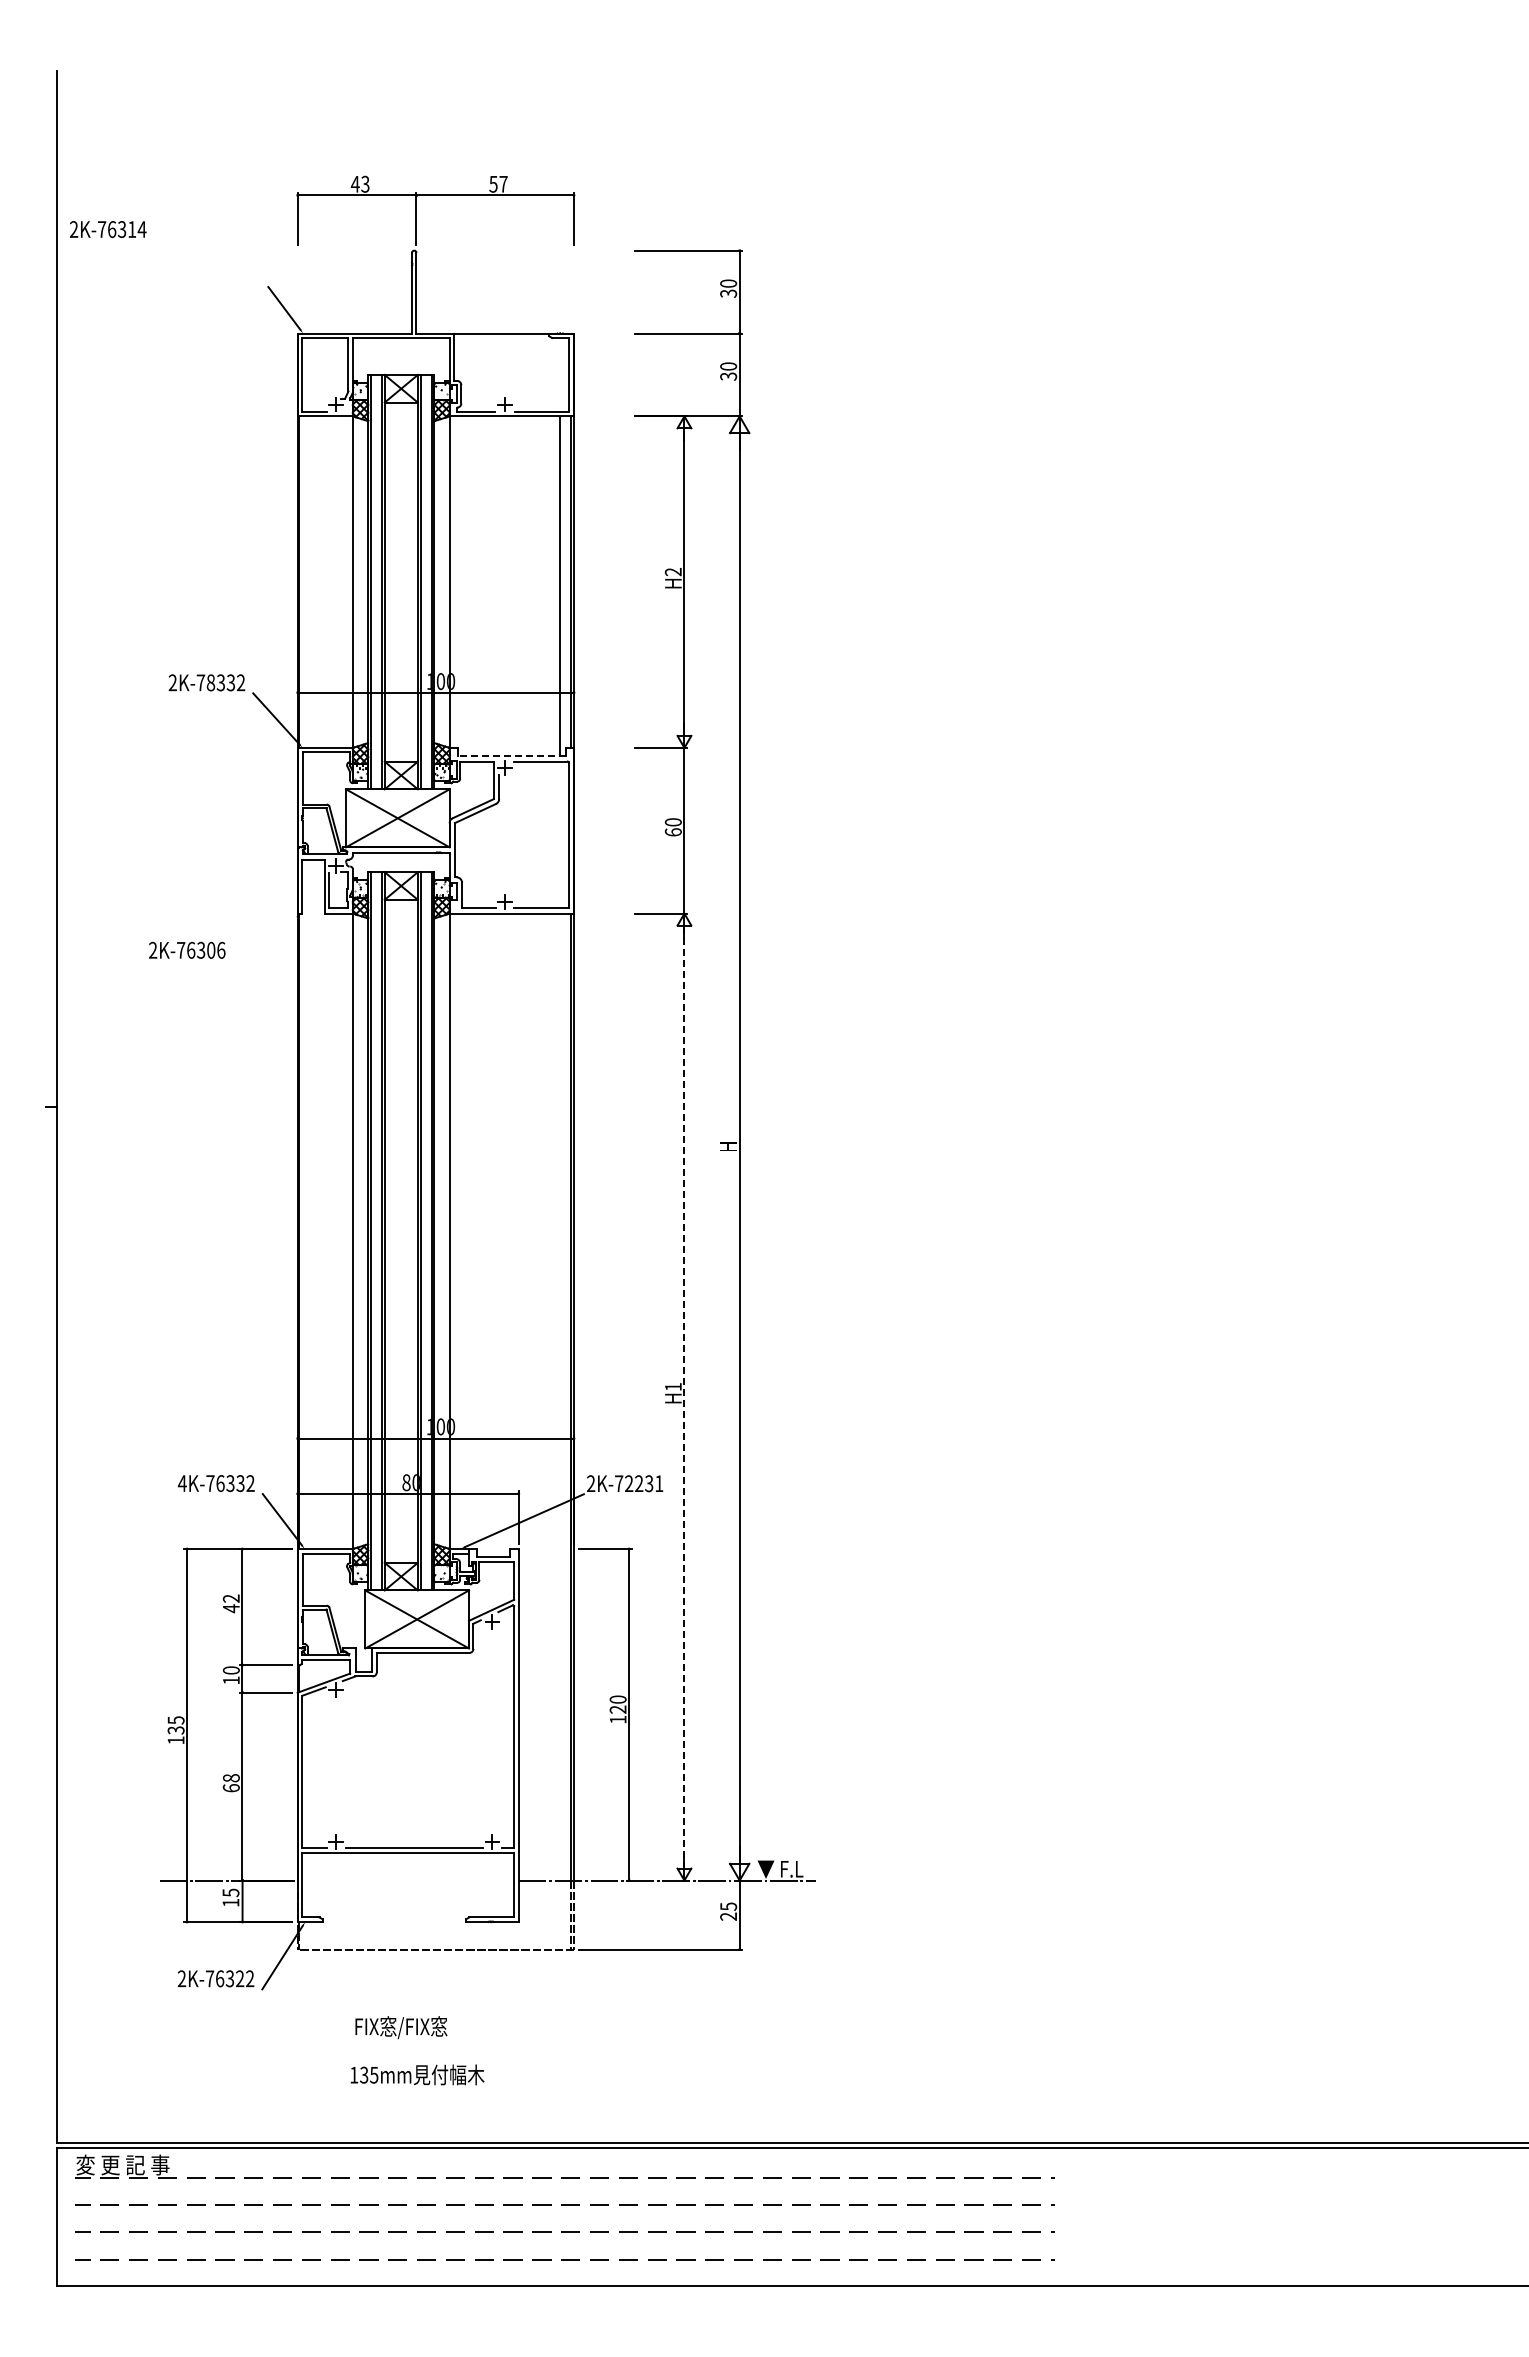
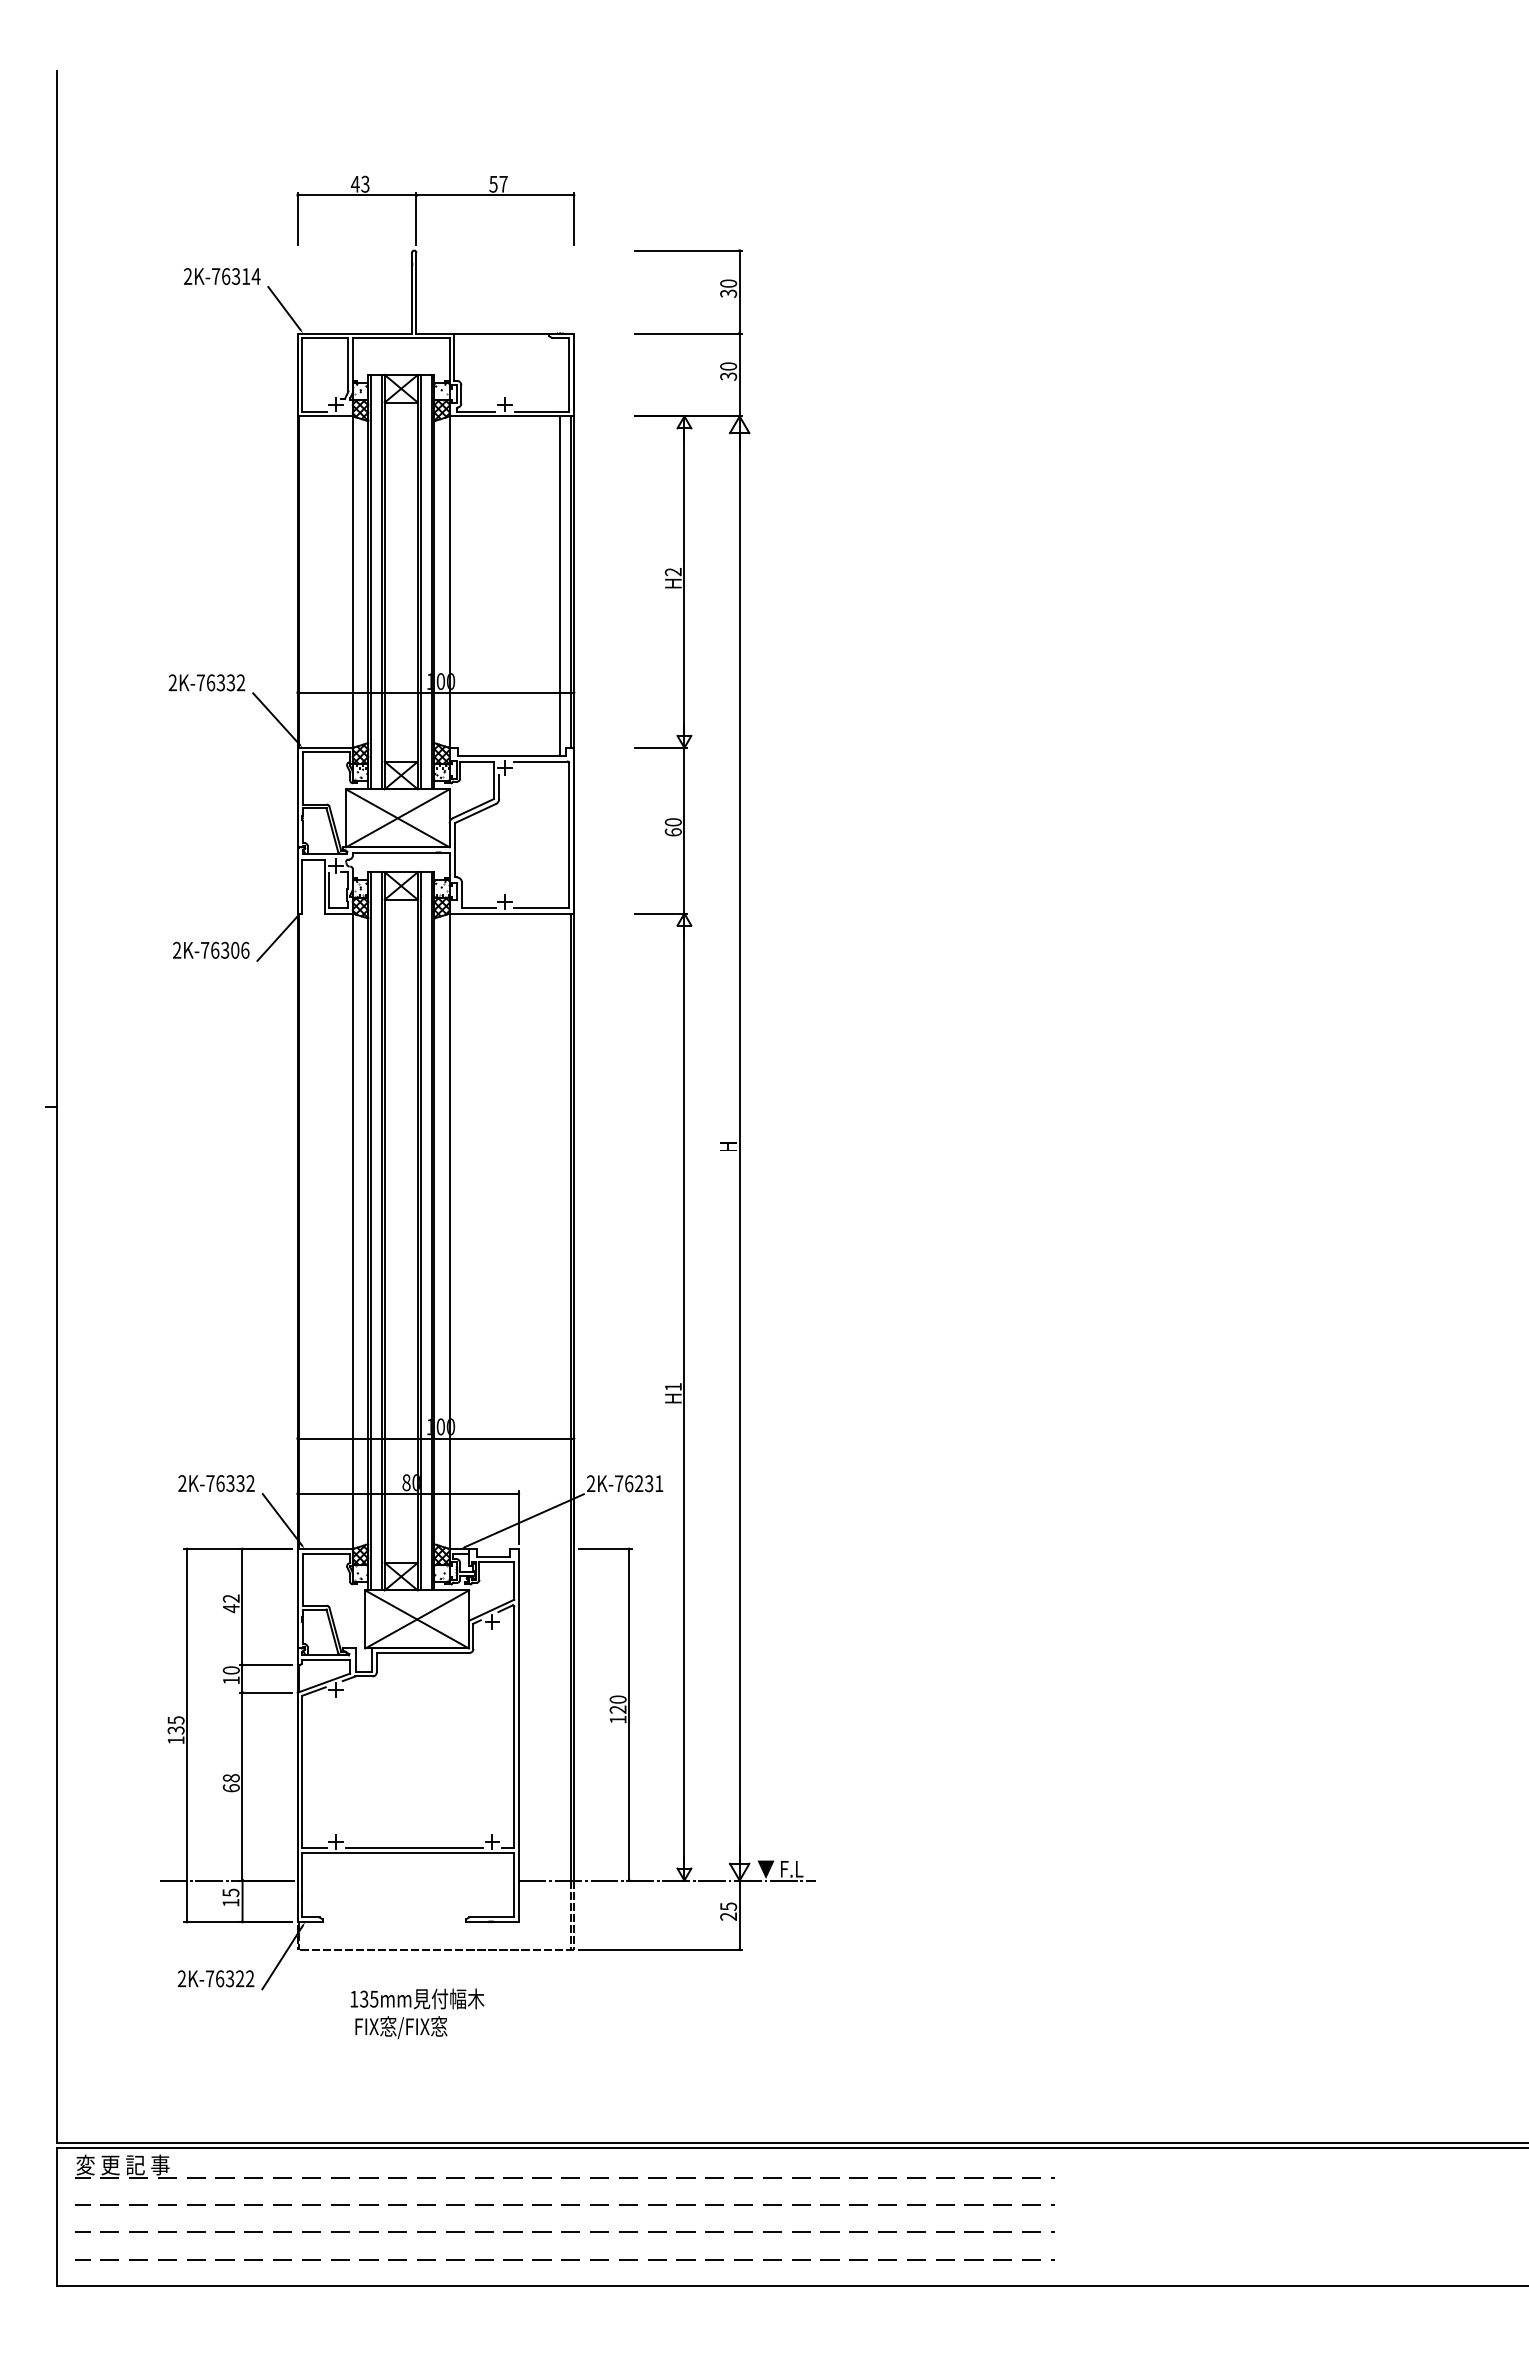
text at (108, 229) position: (108, 229) -> (222, 276)
text at (210, 682): 2K-78332 -> 2K-76332
line at (511, 756): dashed -> solid
line at (276, 938): none -> present
text at (187, 949) position: (187, 949) -> (211, 949)
line at (684, 1397): dashed -> solid
text at (181, 1483): 4K-76332 -> 2K-76332
text at (629, 1483): 2K-72231 -> 2K-76231
text at (417, 2074) position: (417, 2074) -> (417, 1998)
